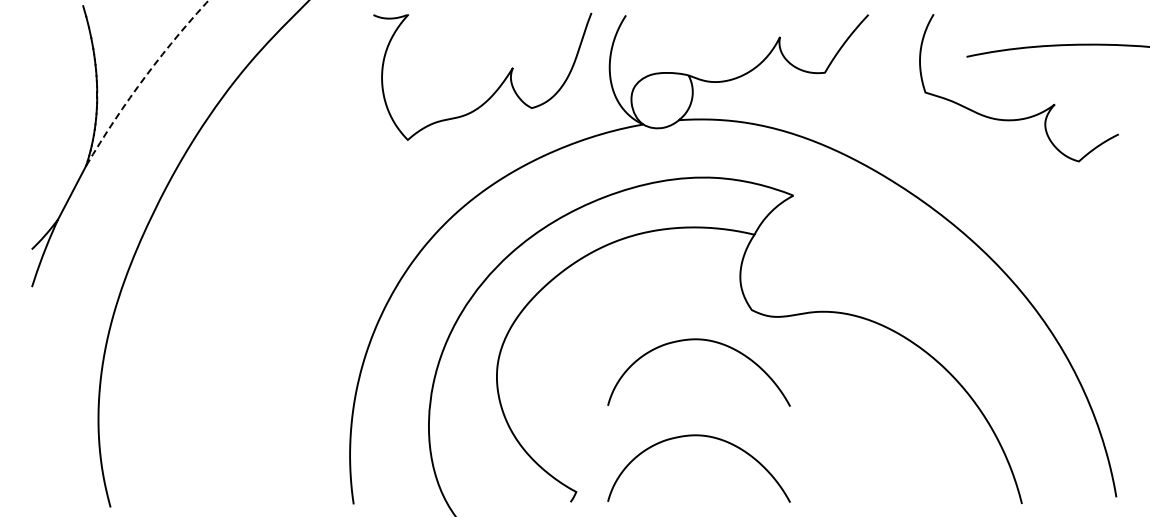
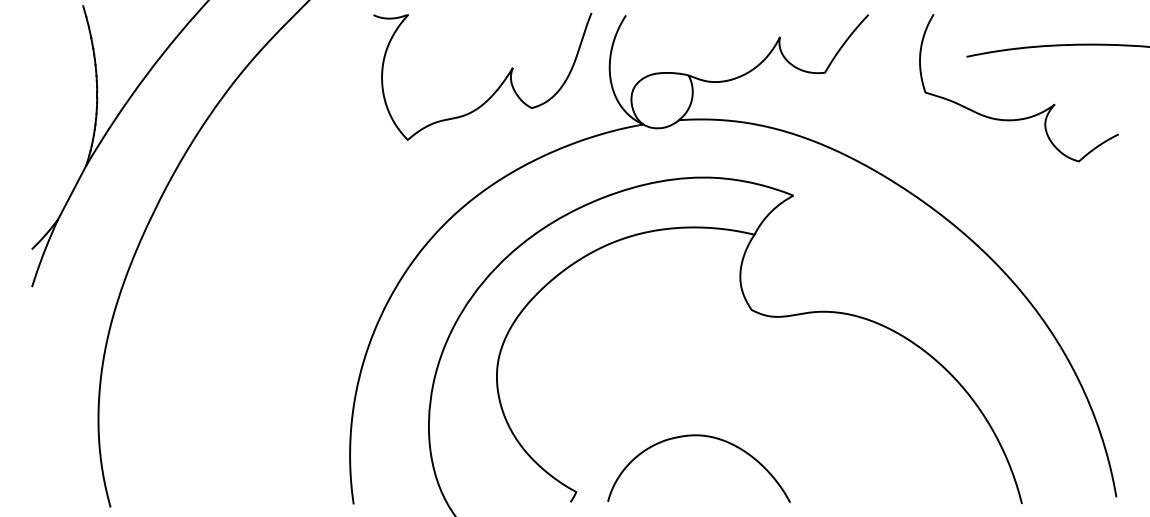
arc at (143, 79): dashed -> solid
curve at (698, 340): present -> none
